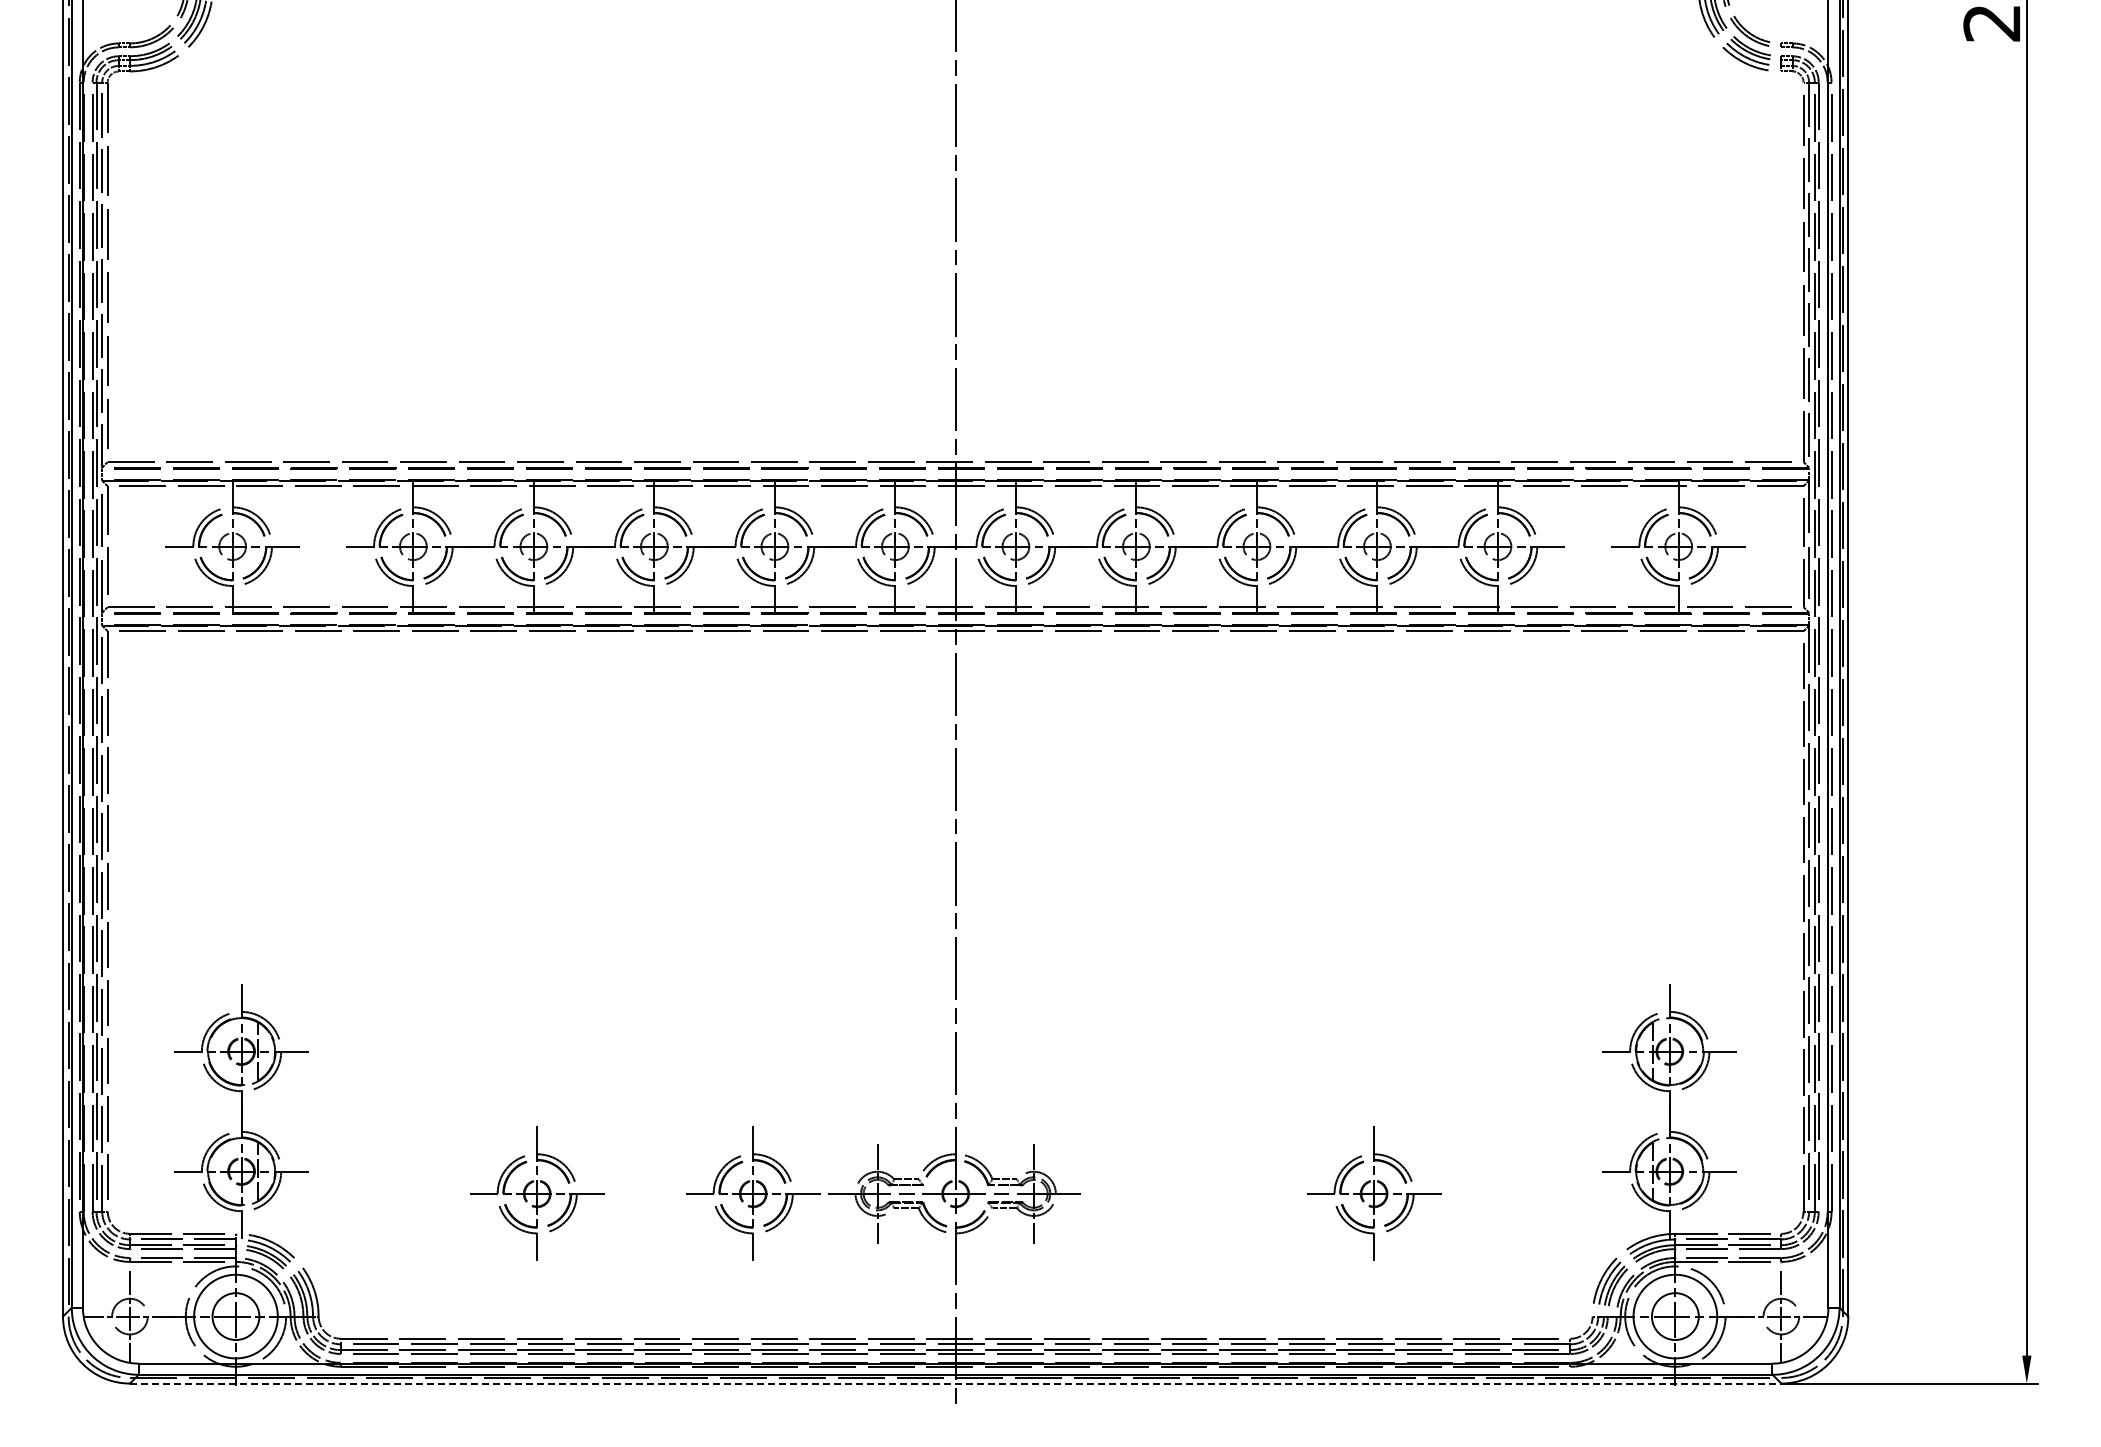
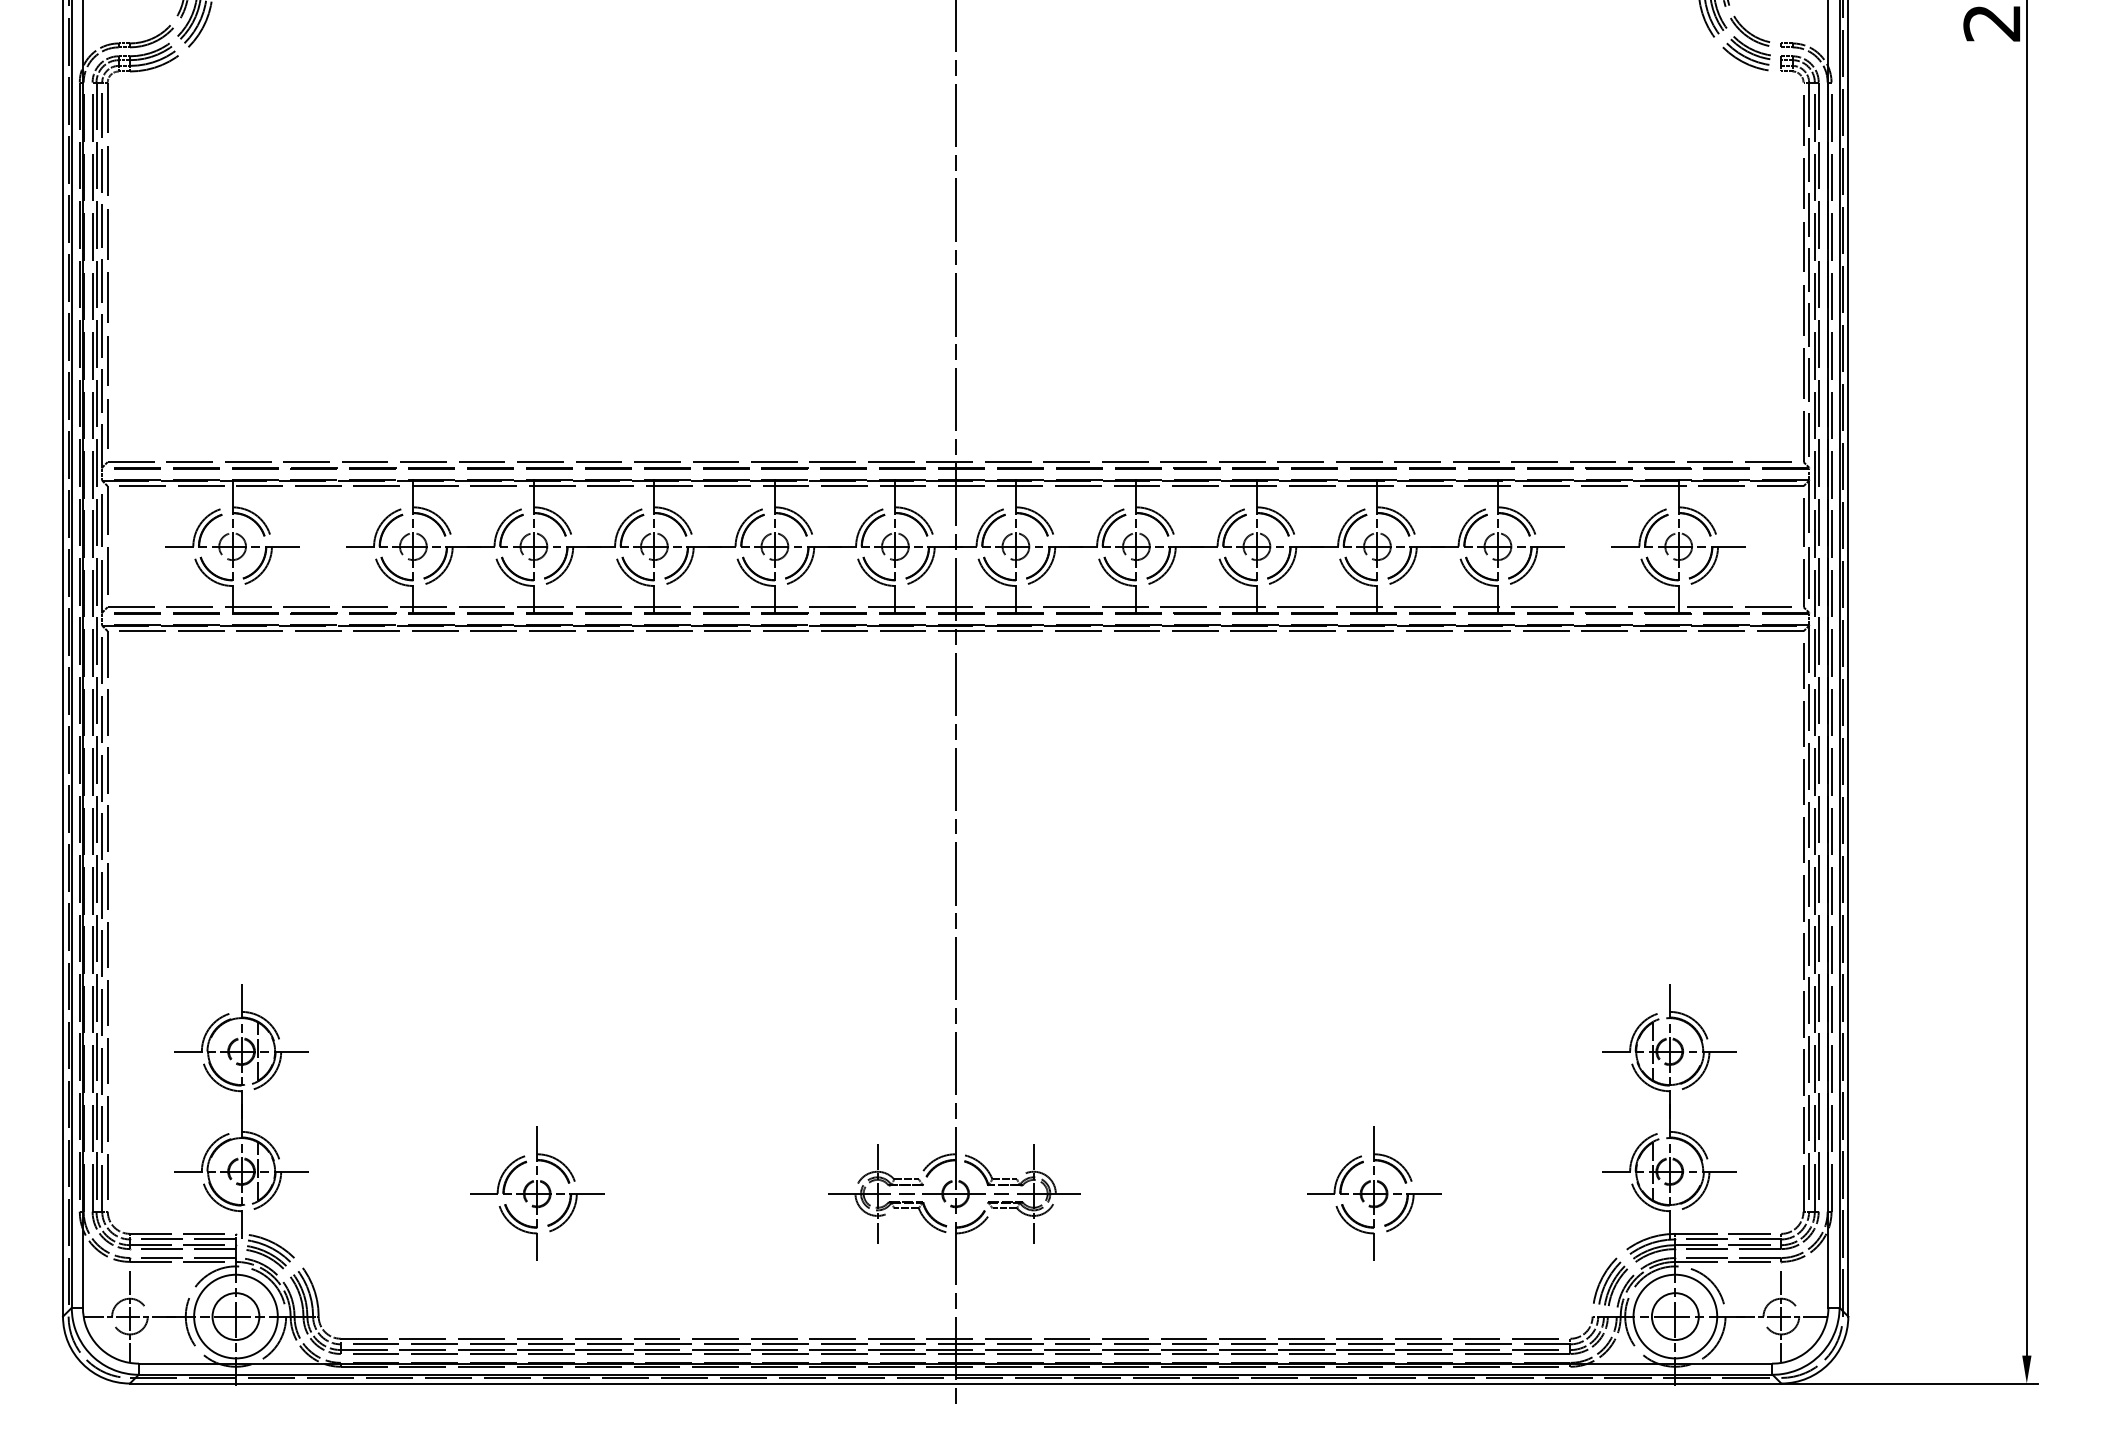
part at (753, 1193): present -> none
line at (955, 1383): dashed -> solid
